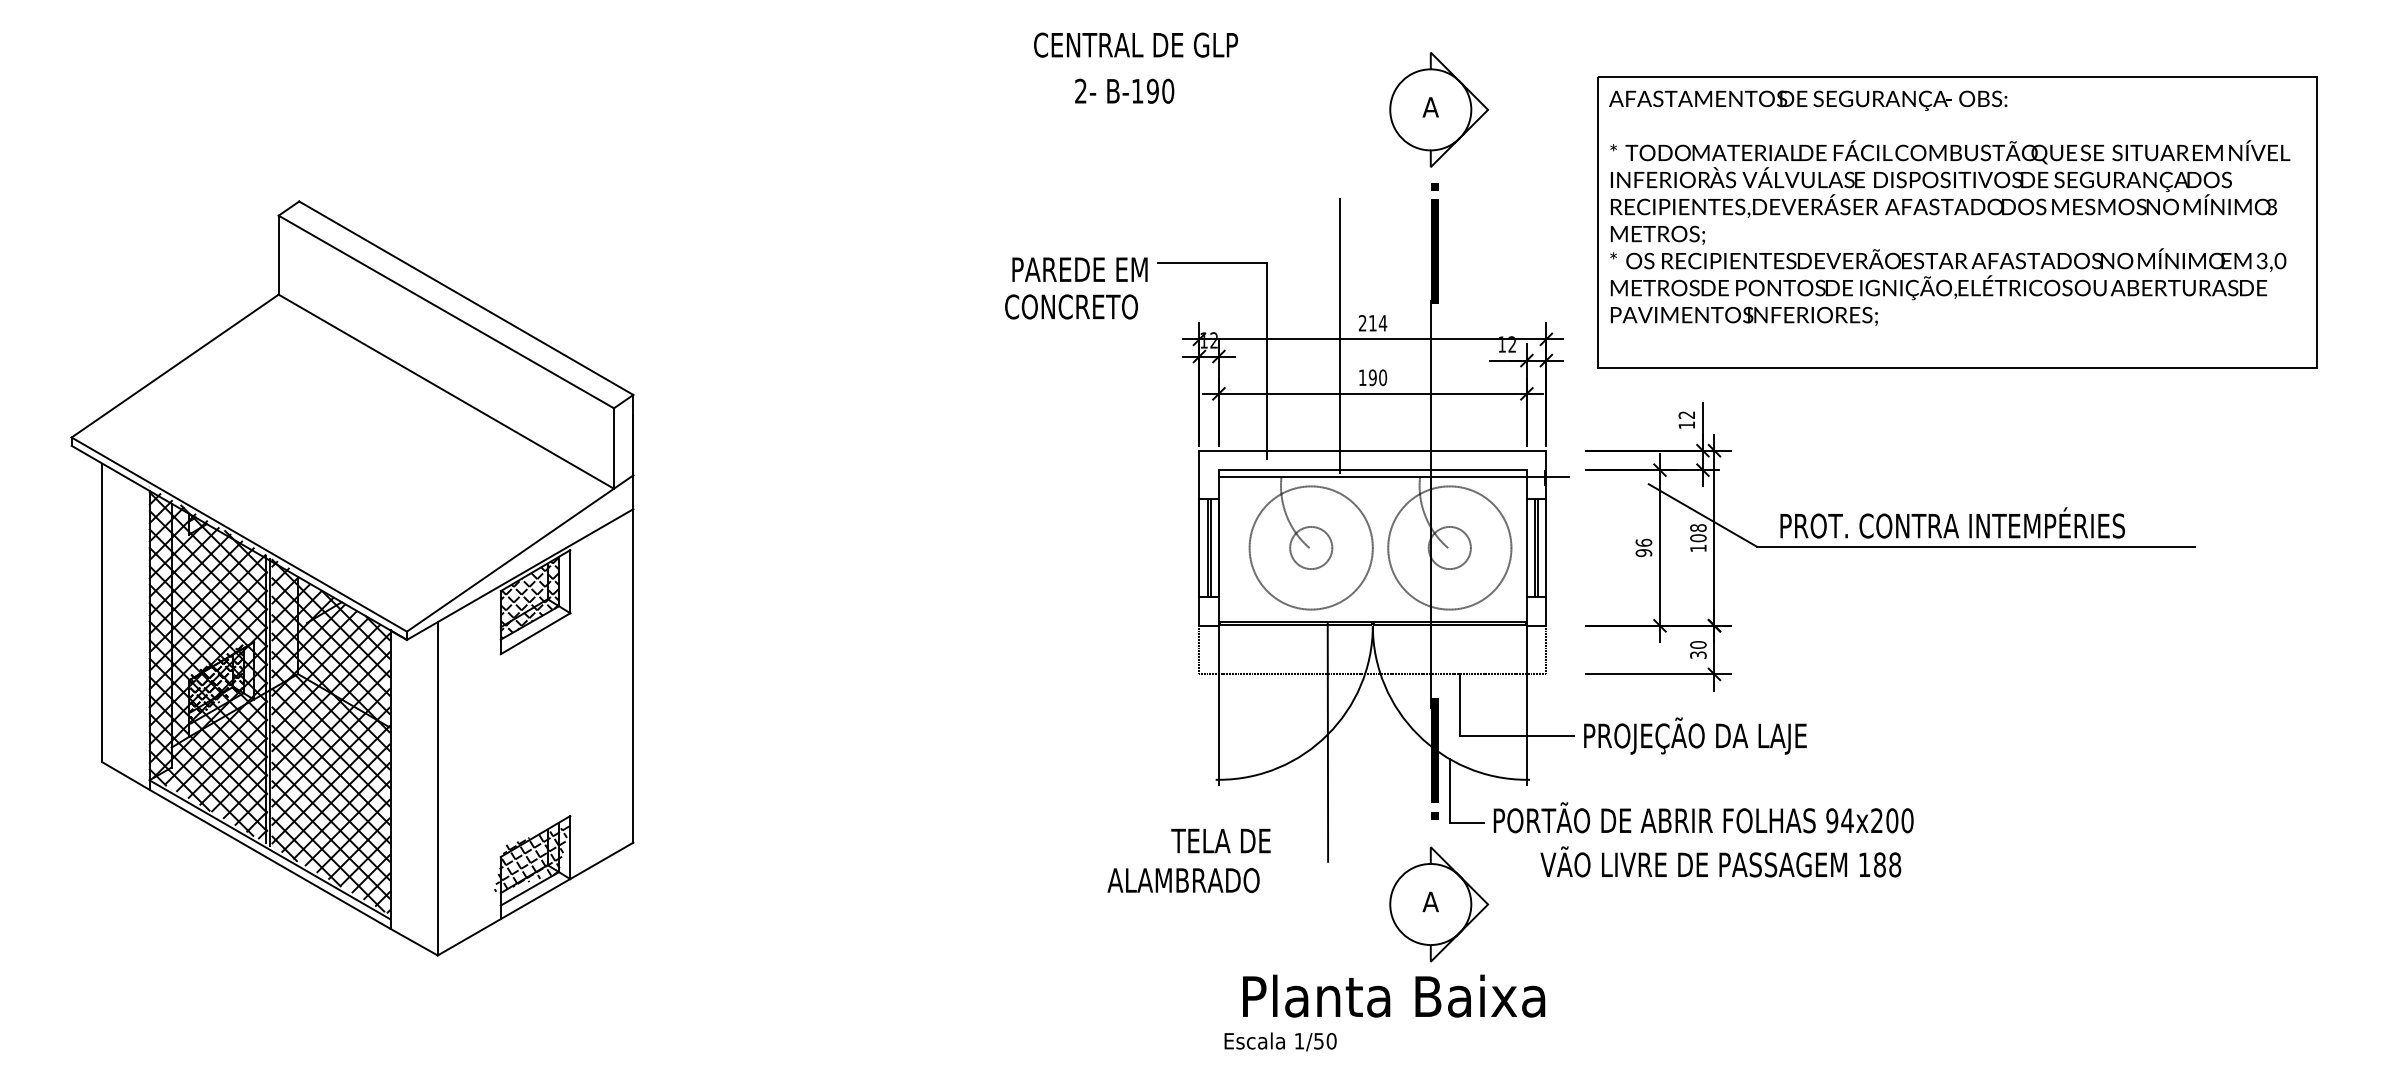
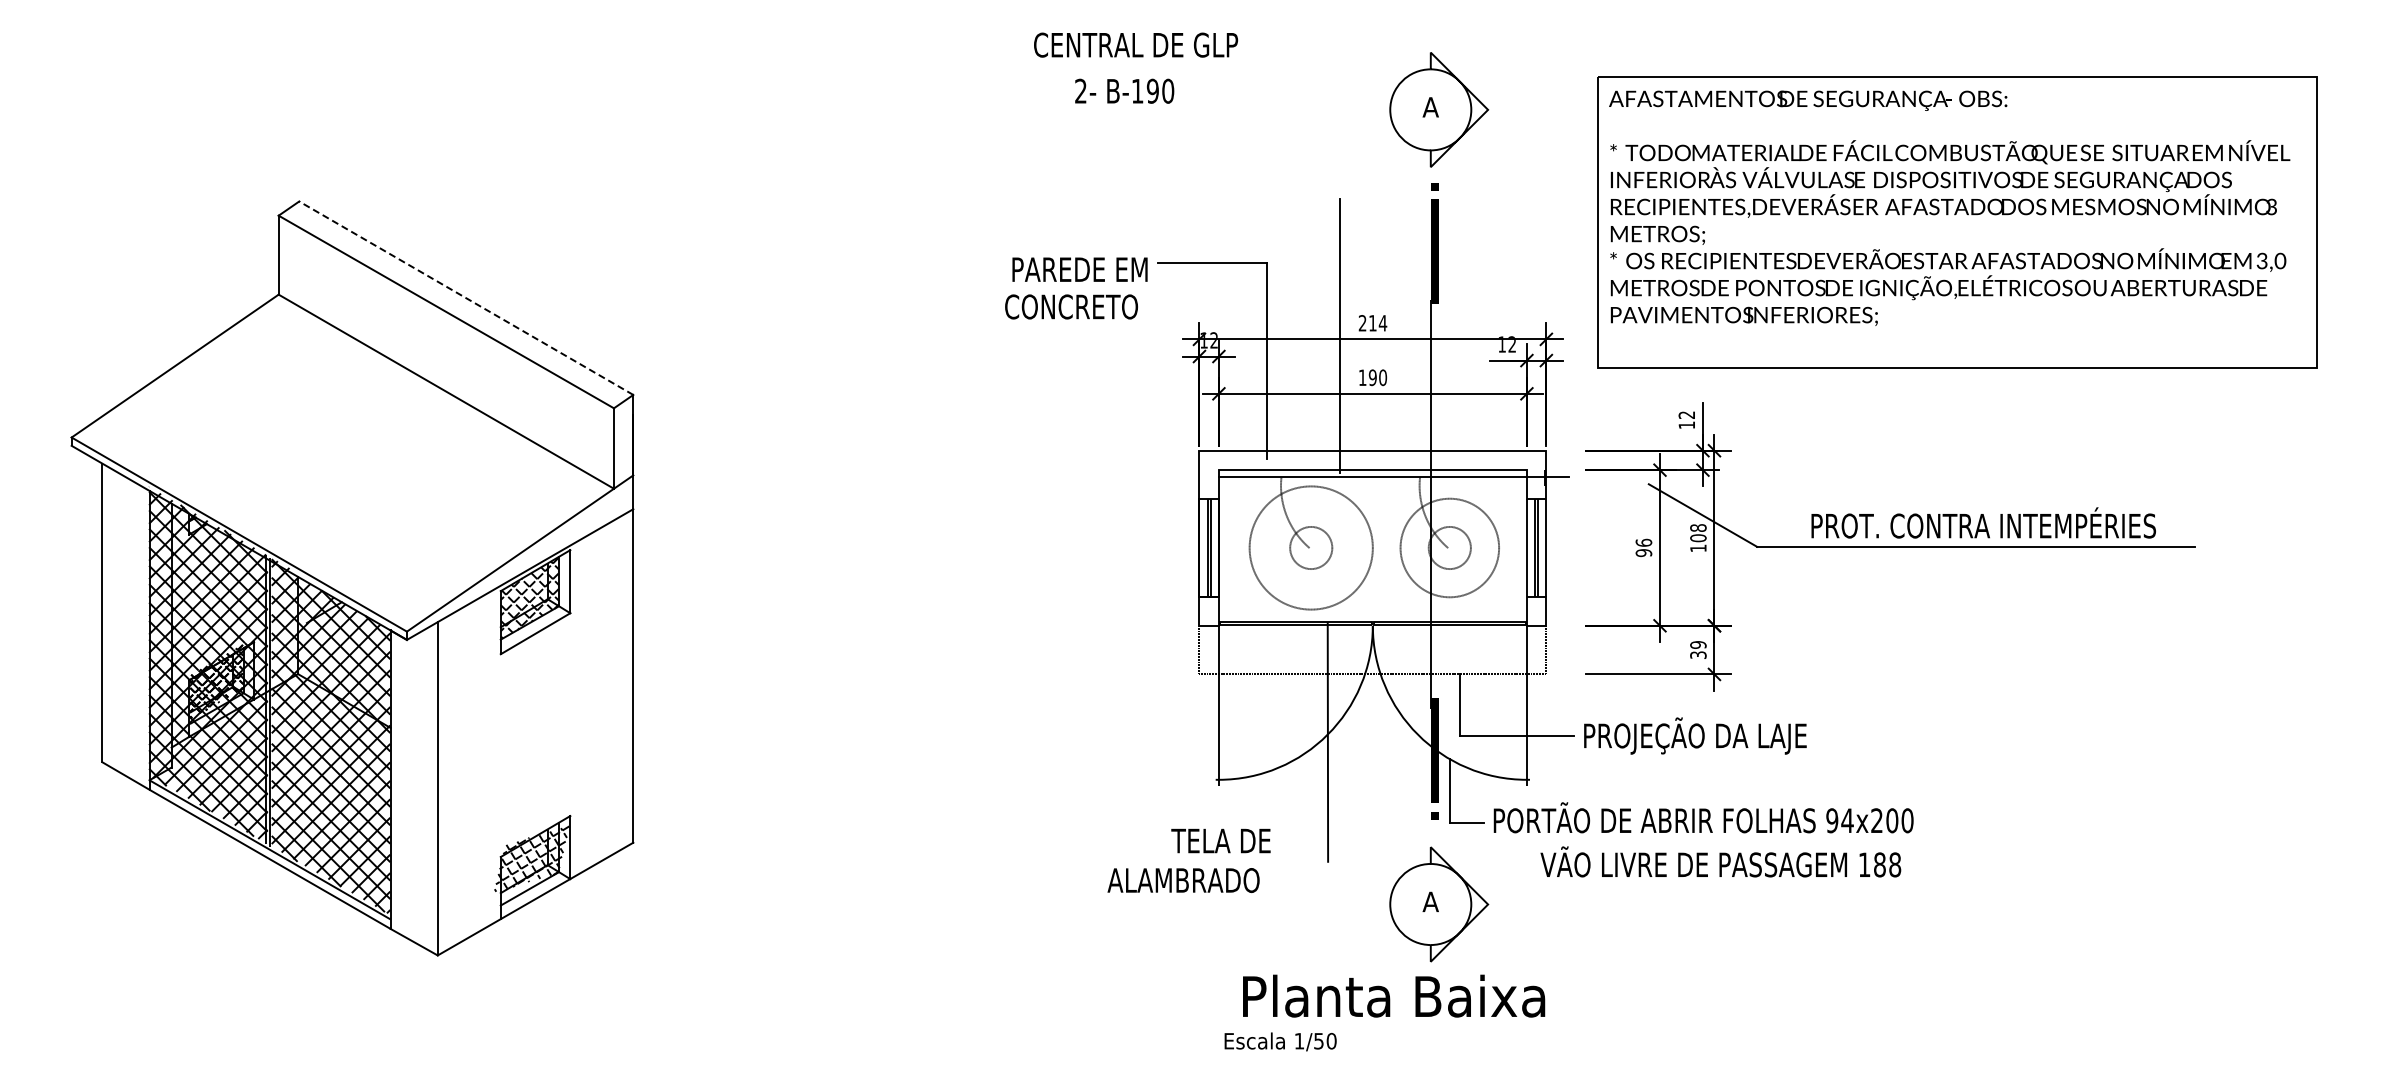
line at (465, 297): solid -> dashed
text at (1952, 522) position: (1952, 522) -> (1983, 522)
circle at (1449, 547) diameter: 123 px -> 99 px
text at (1698, 644): 30 -> 39
